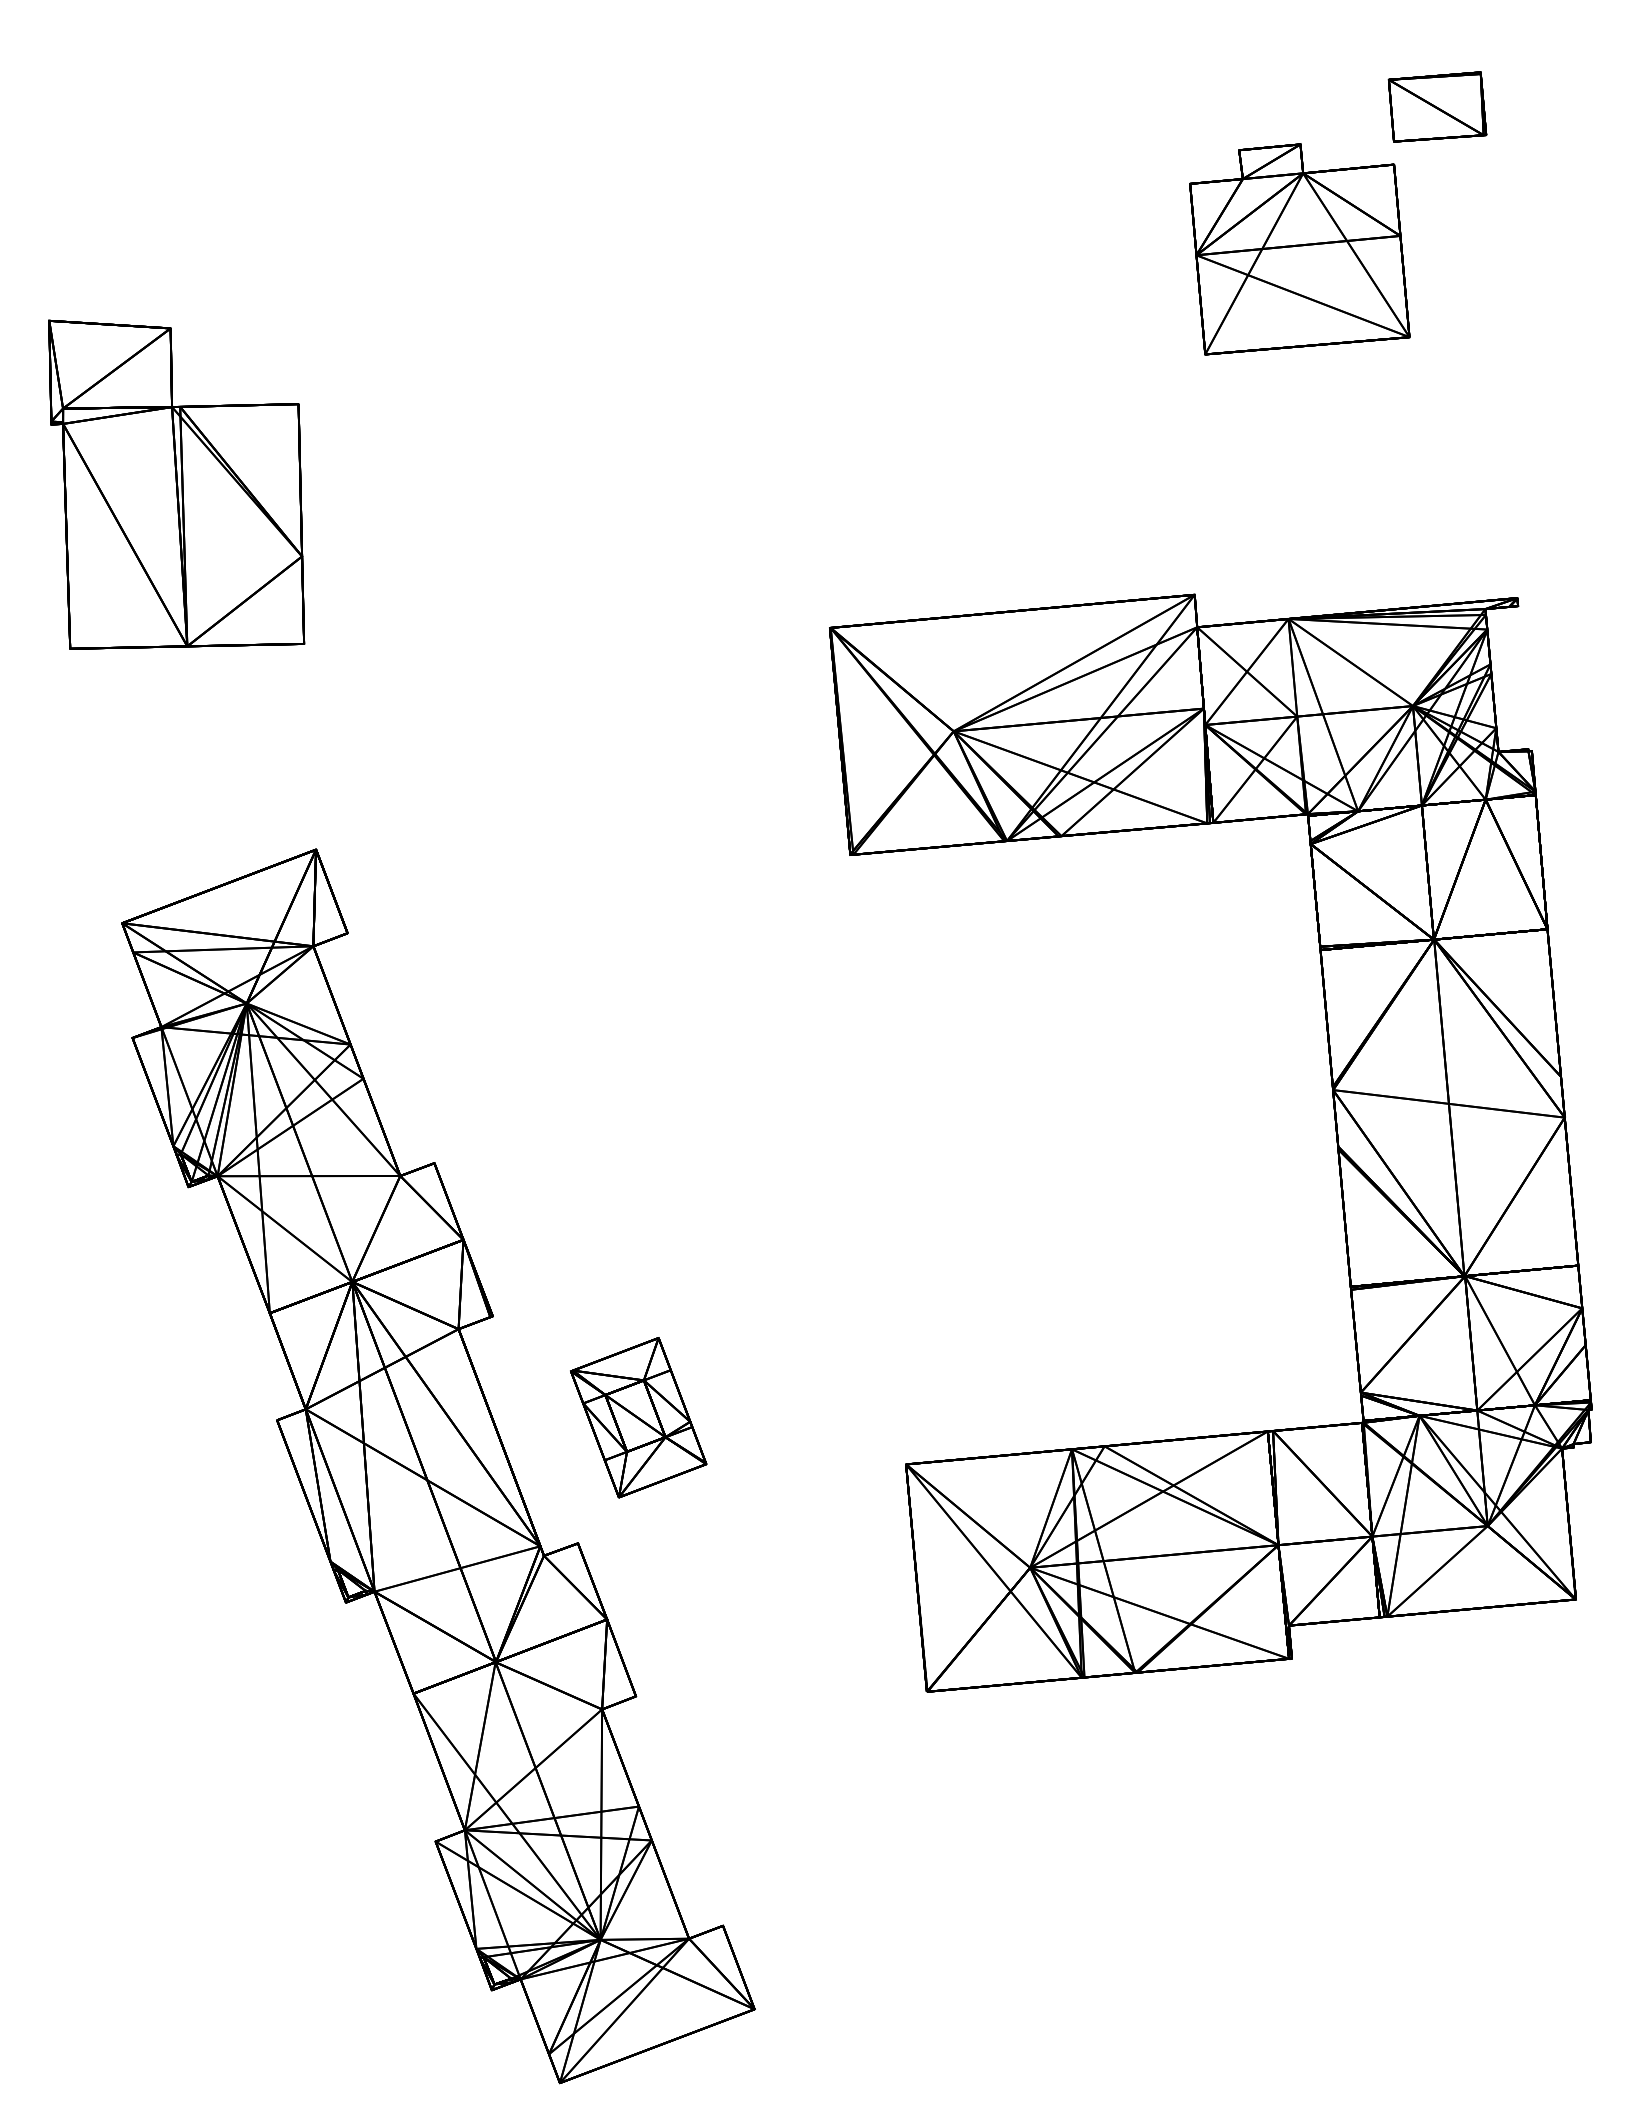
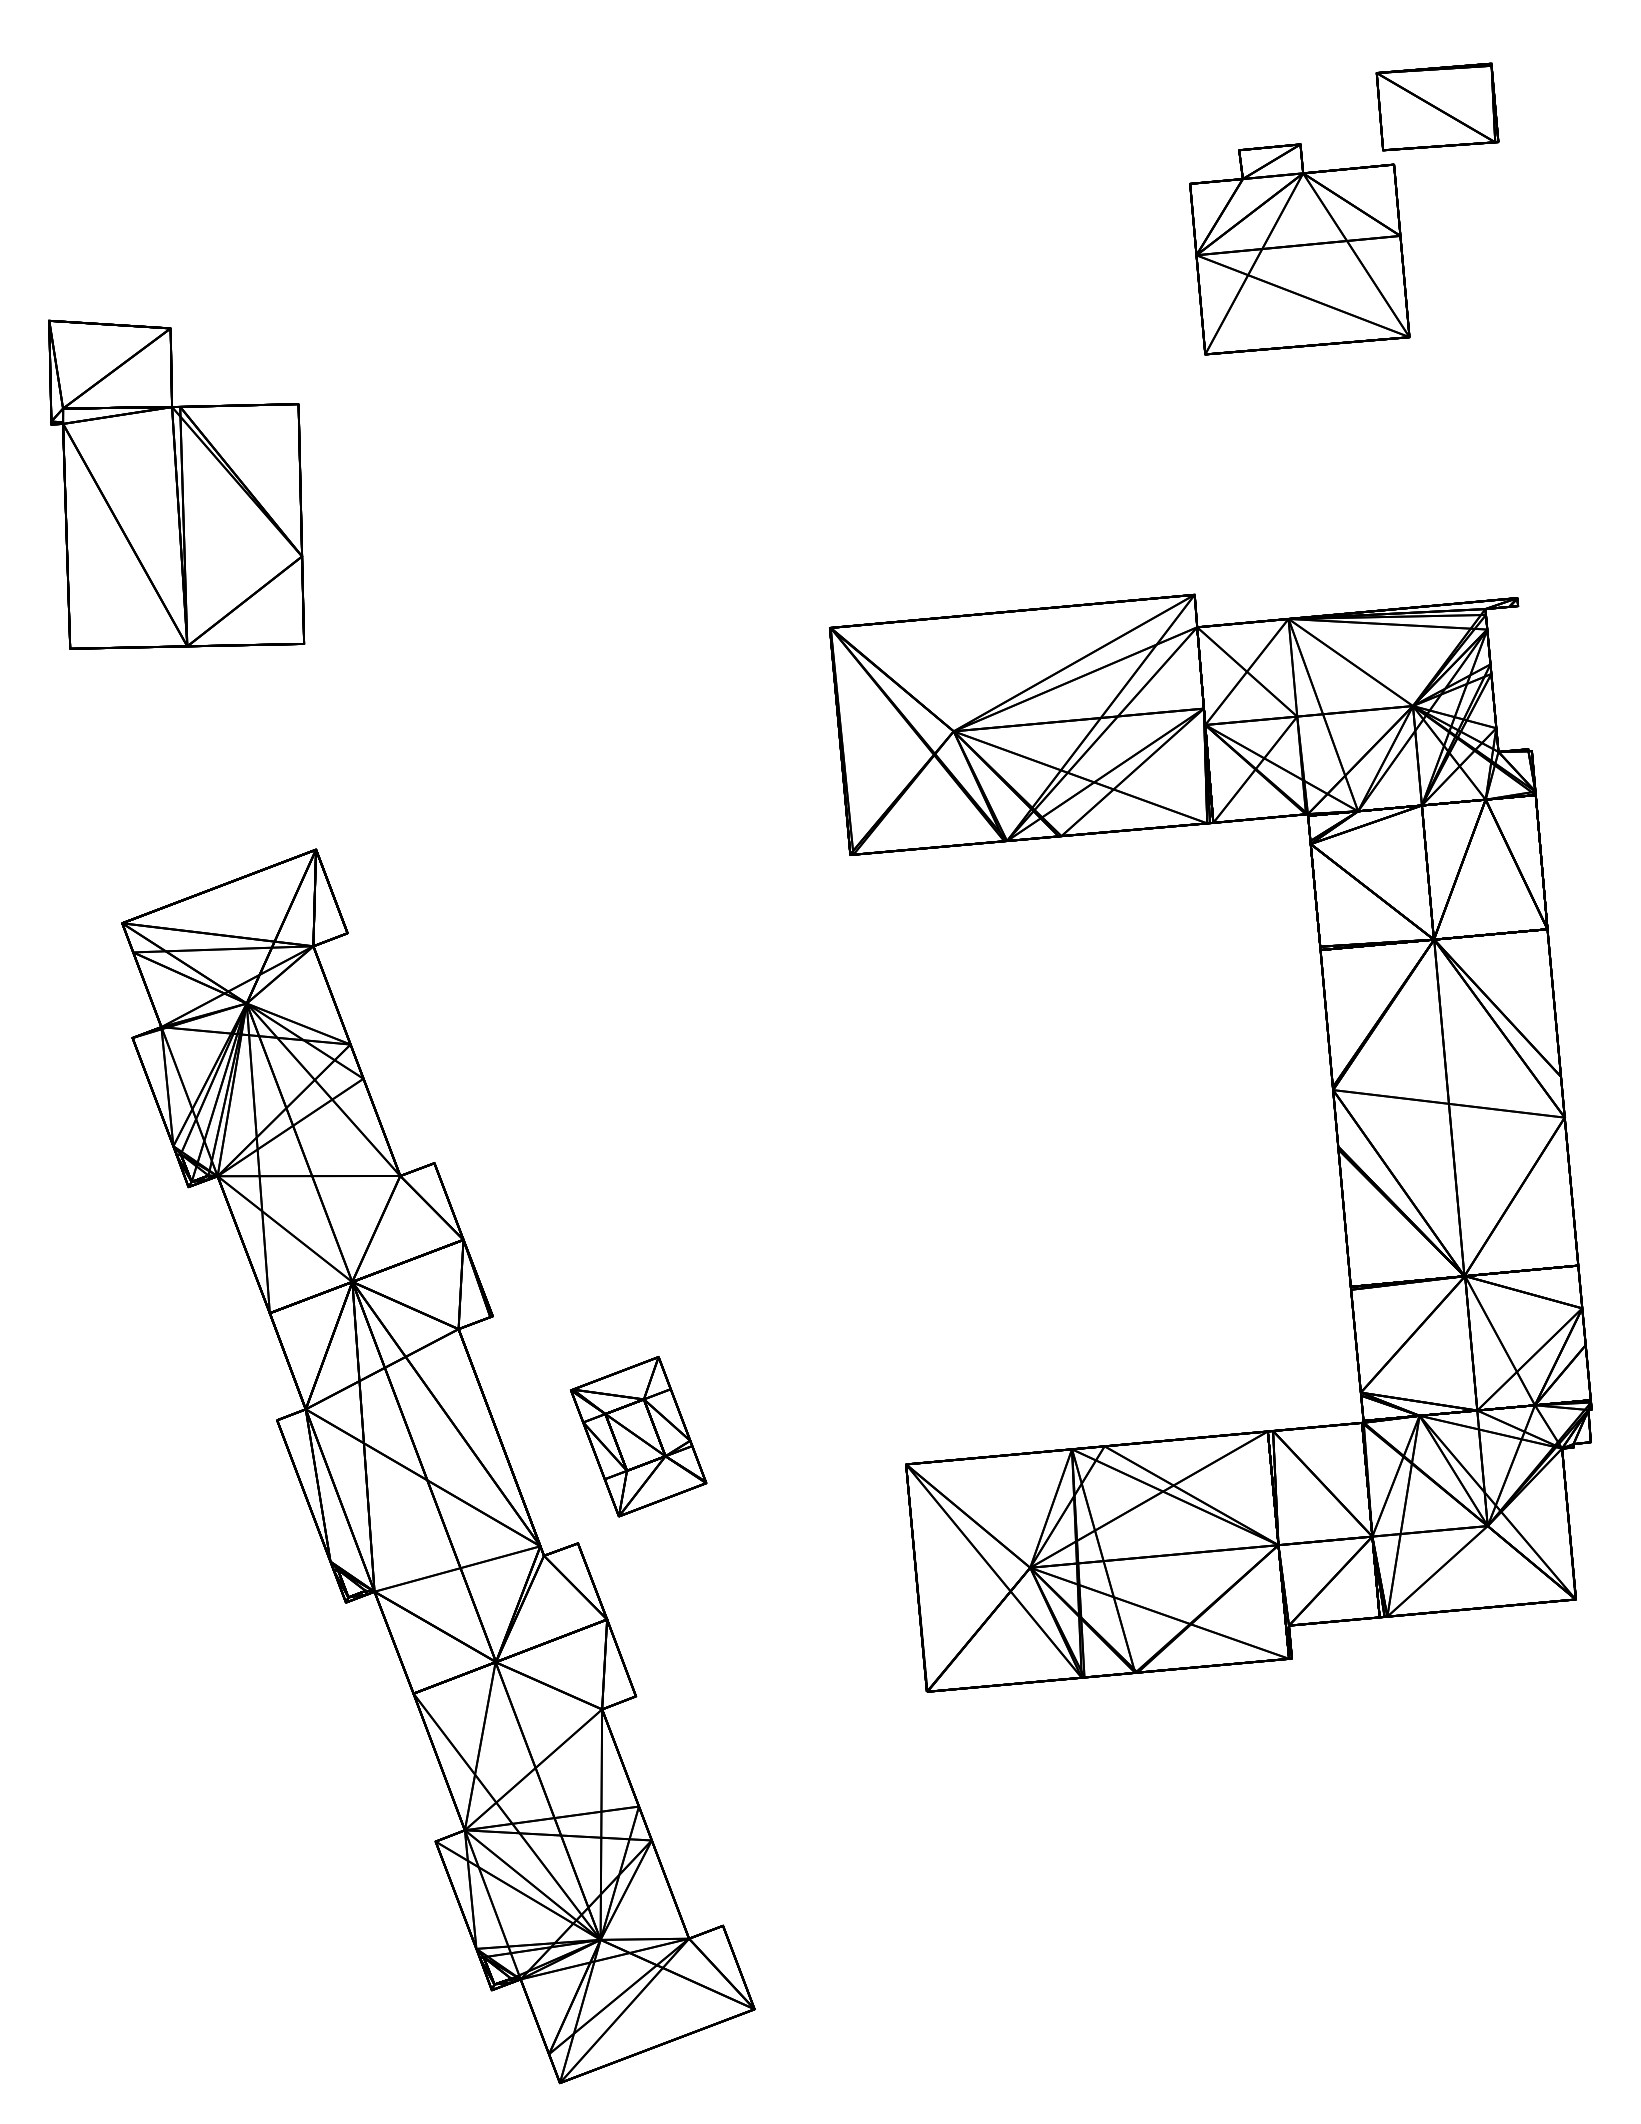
part at (1437, 106) size: 101x72 px -> 125x90 px
part at (638, 1417) position: (638, 1417) -> (638, 1436)
